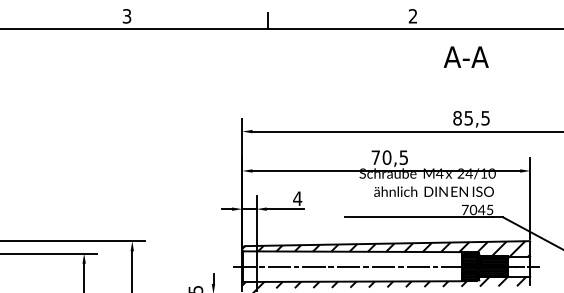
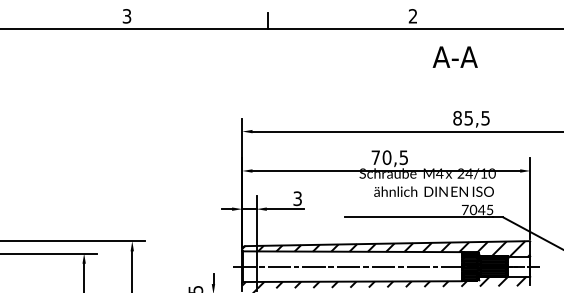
text at (465, 56) position: (465, 56) -> (454, 56)
text at (297, 198): 4 -> 3
